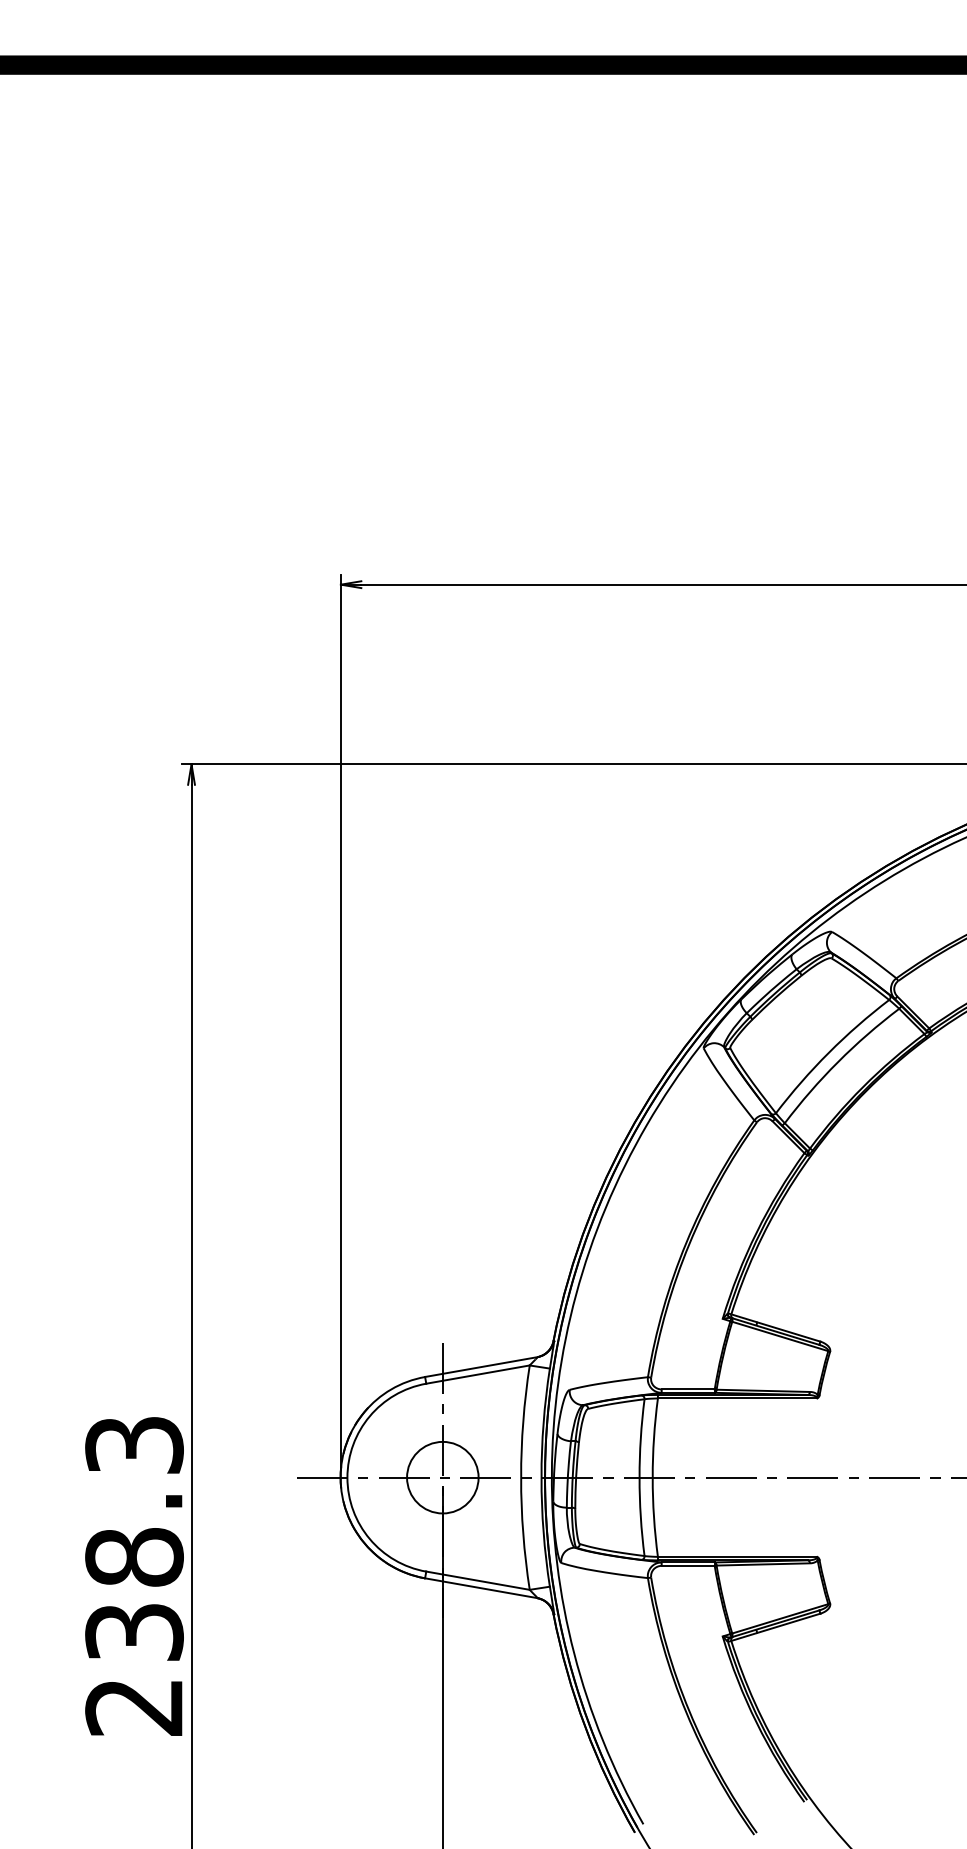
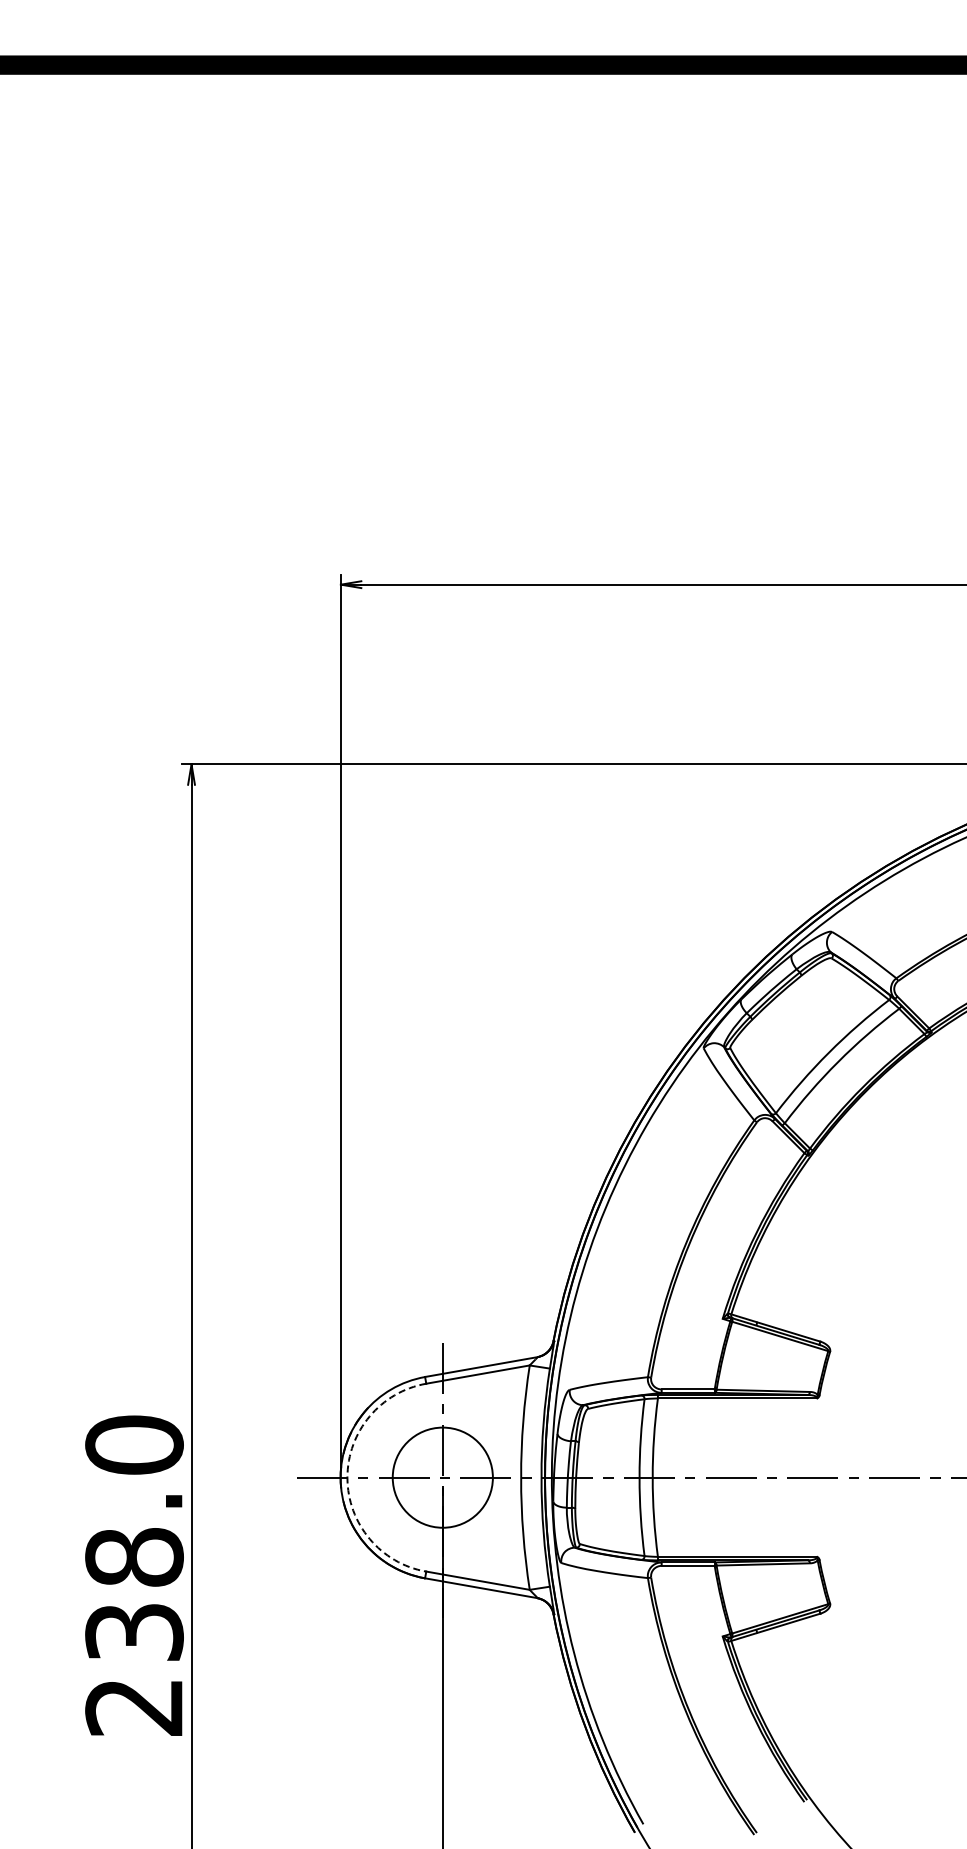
text at (134, 1444): 238.3 -> 238.0
arc at (347, 1477): solid -> dashed
circle at (442, 1477) diameter: 72 px -> 100 px
